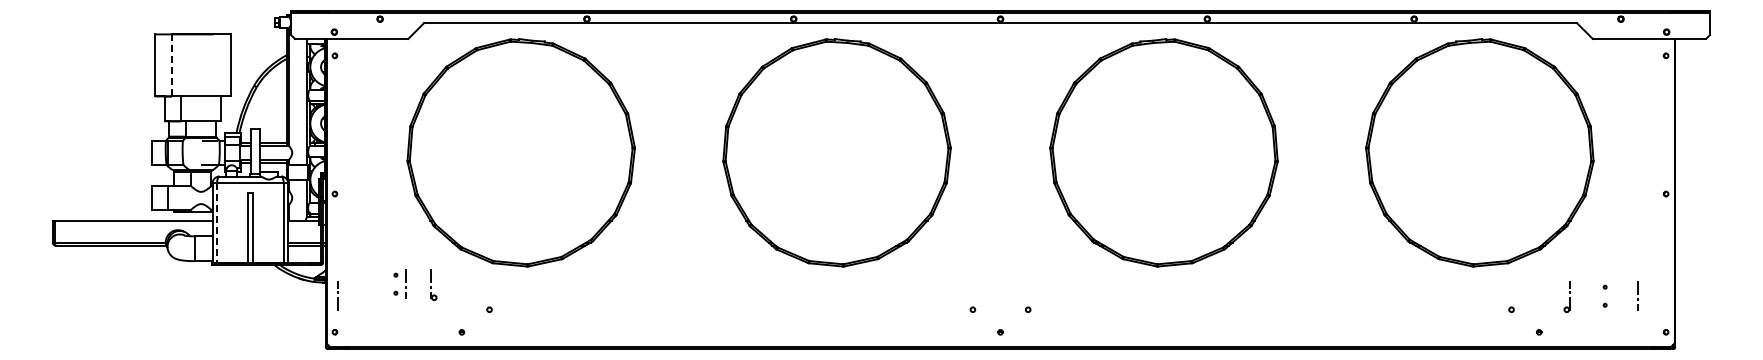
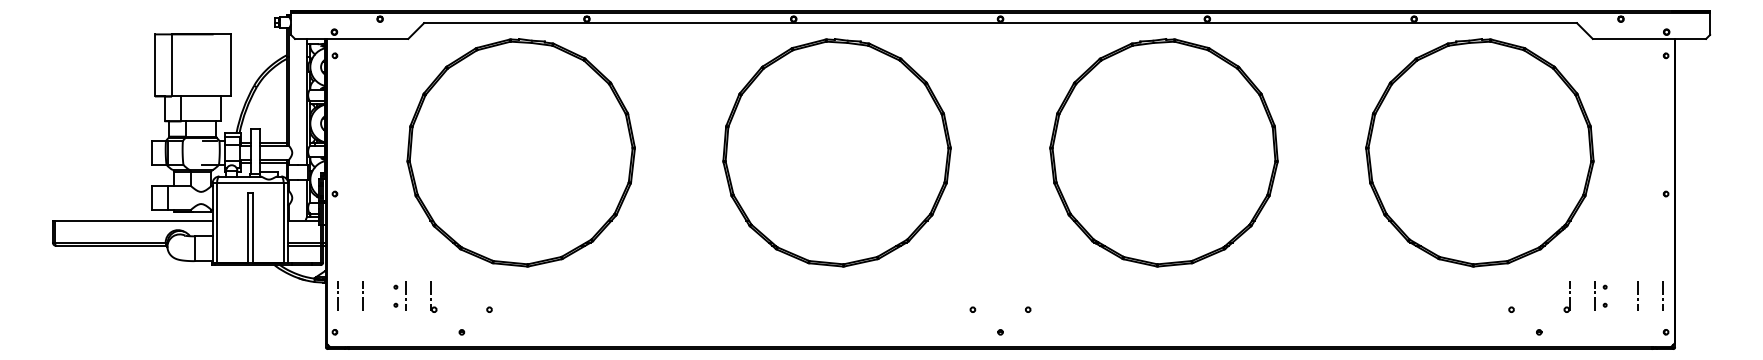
line at (171, 65): dashed -> solid
line at (217, 223): dashed -> solid
part at (405, 282) position: (405, 282) -> (405, 294)
part at (433, 284) position: (433, 284) -> (433, 296)
line at (1662, 294): none -> present
line at (363, 296): none -> present
line at (1594, 296): none -> present
